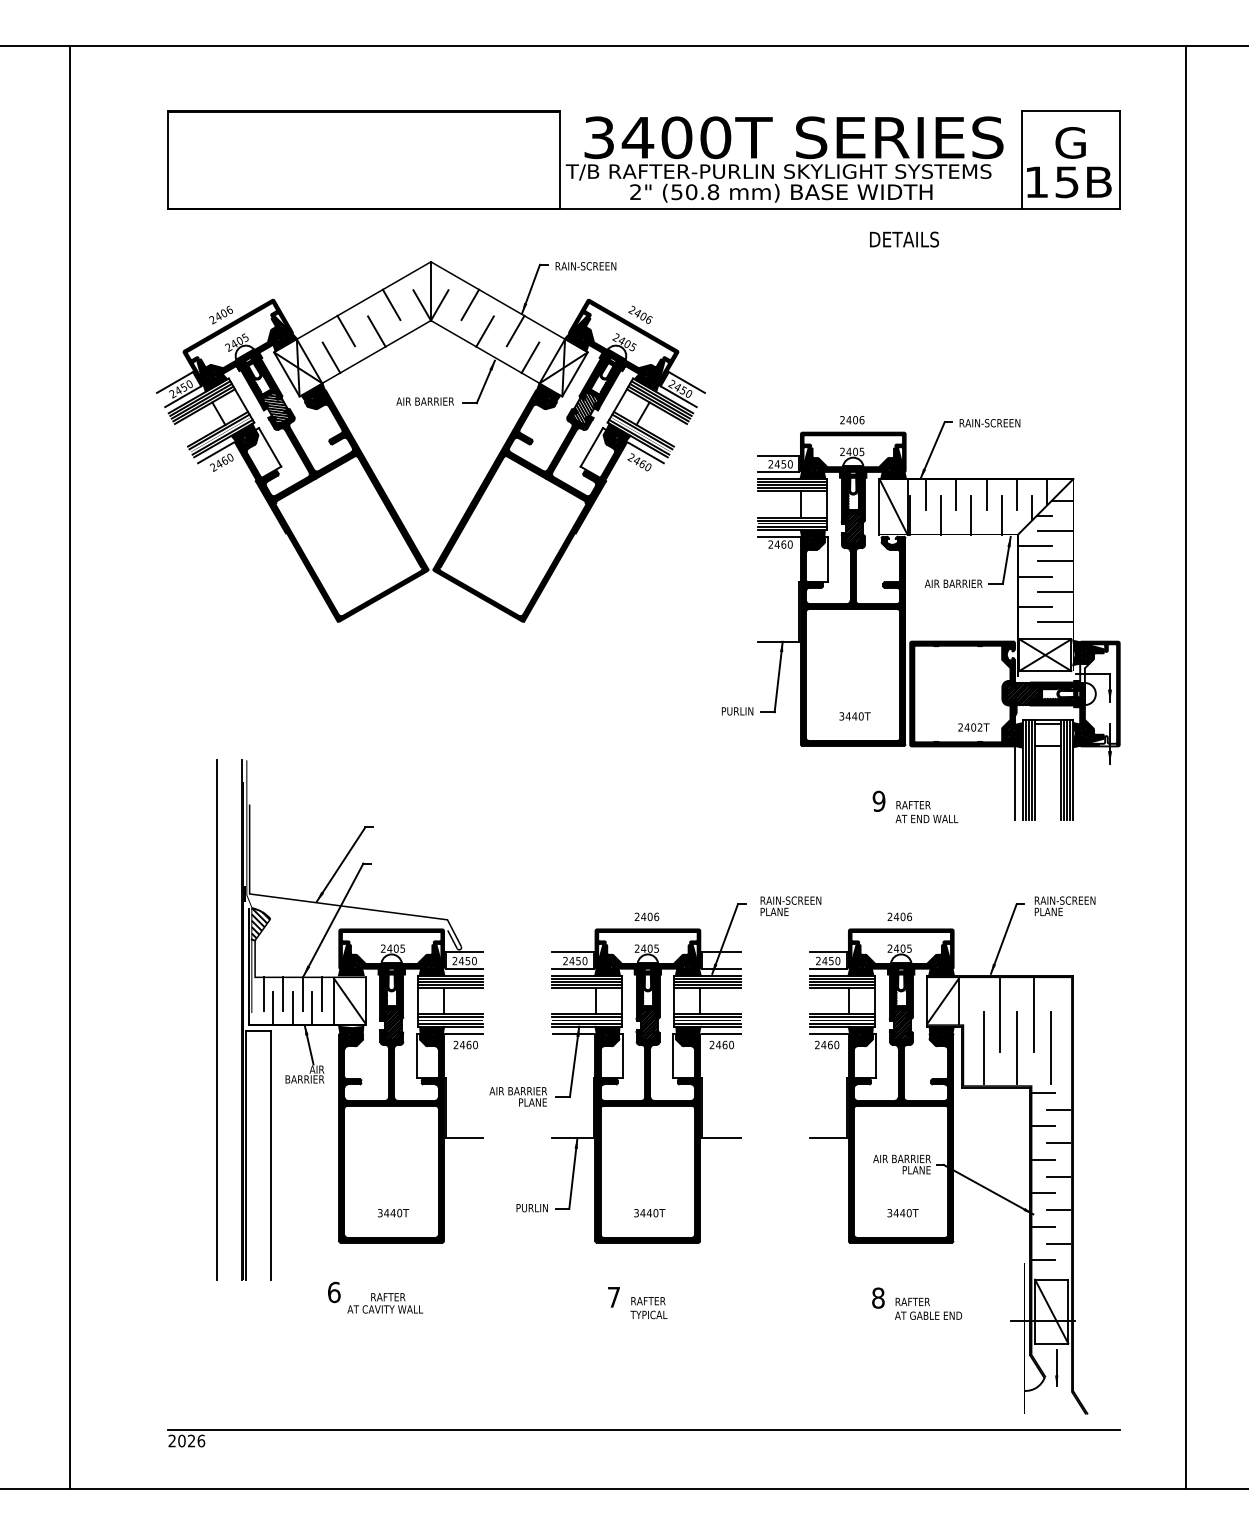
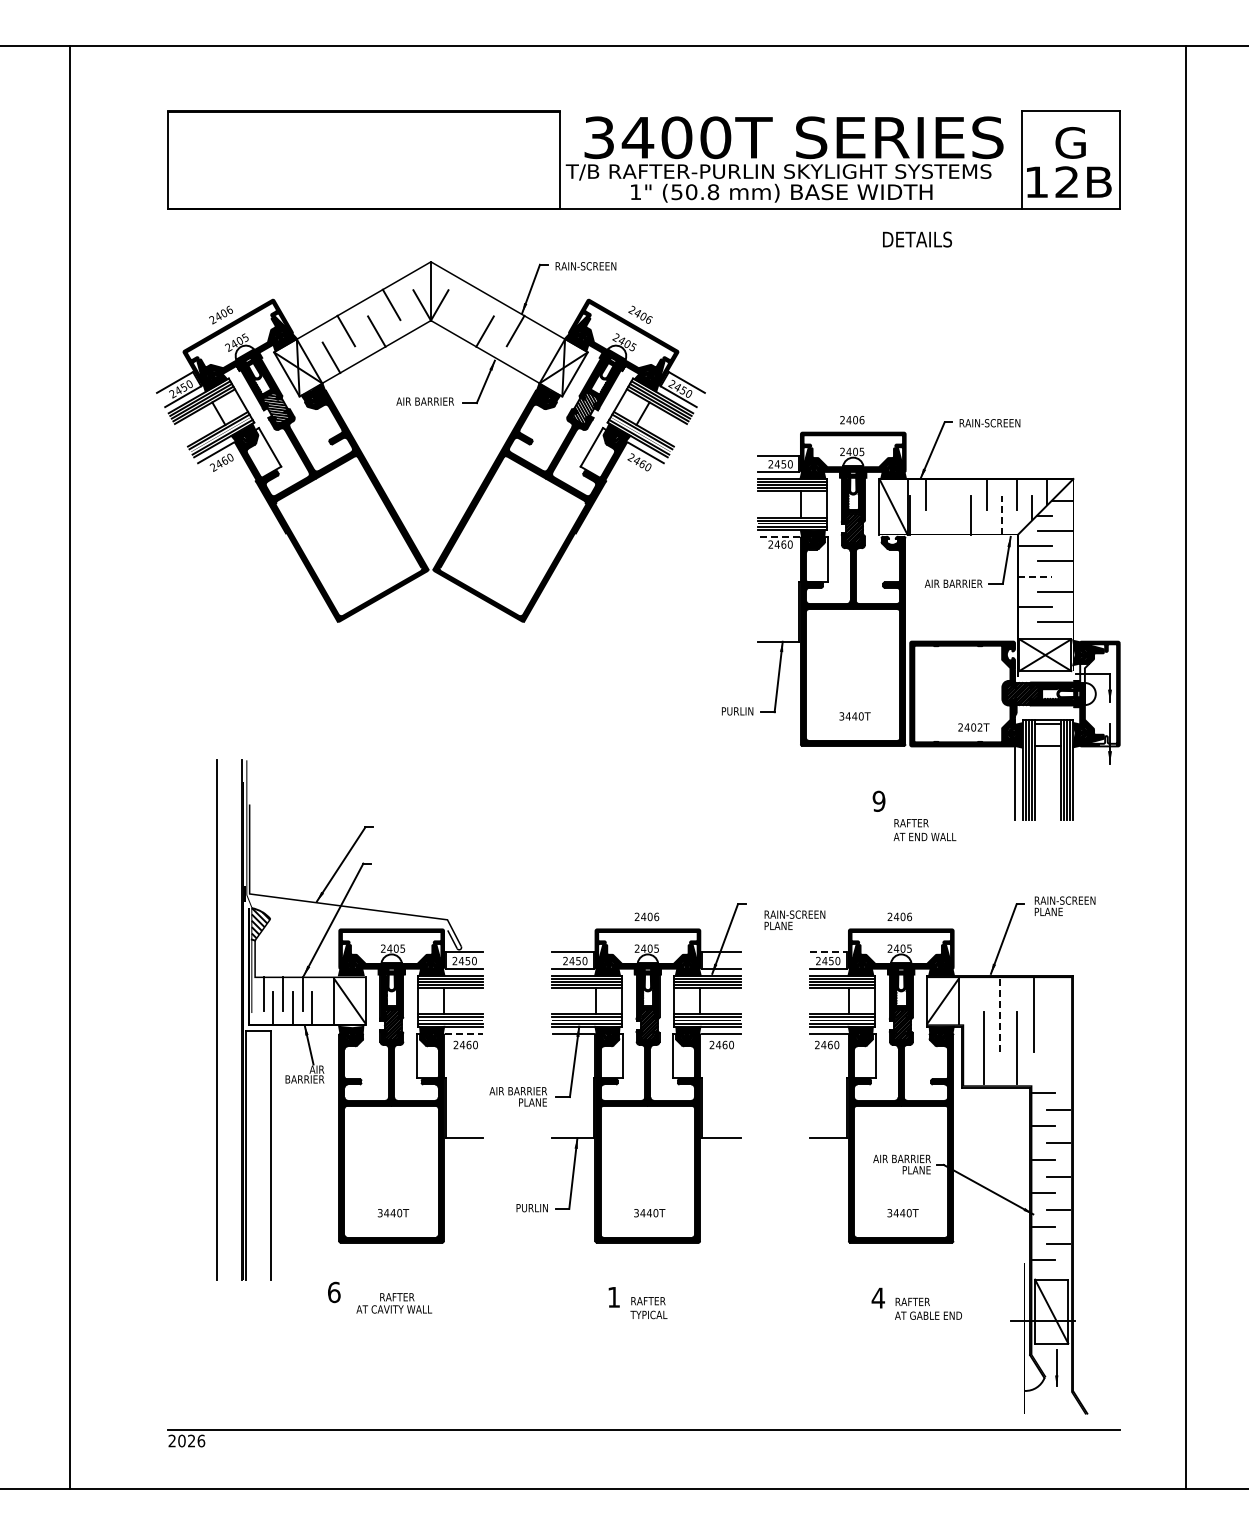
text at (1066, 182): 15B -> 12B
text at (635, 191): 2" -> 1"
text at (904, 239) position: (904, 239) -> (917, 239)
line at (470, 304): present -> none
line at (530, 357): present -> none
line at (956, 494): present -> none
line at (1001, 514): solid -> dashed
line at (940, 515): present -> none
line at (778, 536): solid -> dashed
line at (1035, 576): solid -> dashed
text at (926, 812) position: (926, 812) -> (924, 830)
text at (790, 905) position: (790, 905) -> (794, 919)
line at (828, 952): solid -> dashed
line at (322, 993): present -> none
line at (1000, 1015): solid -> dashed
line at (463, 1033): solid -> dashed
line at (1050, 1047): present -> none
text at (613, 1297): 7 -> 1
text at (878, 1297): 8 -> 4
text at (385, 1303) position: (385, 1303) -> (394, 1303)
